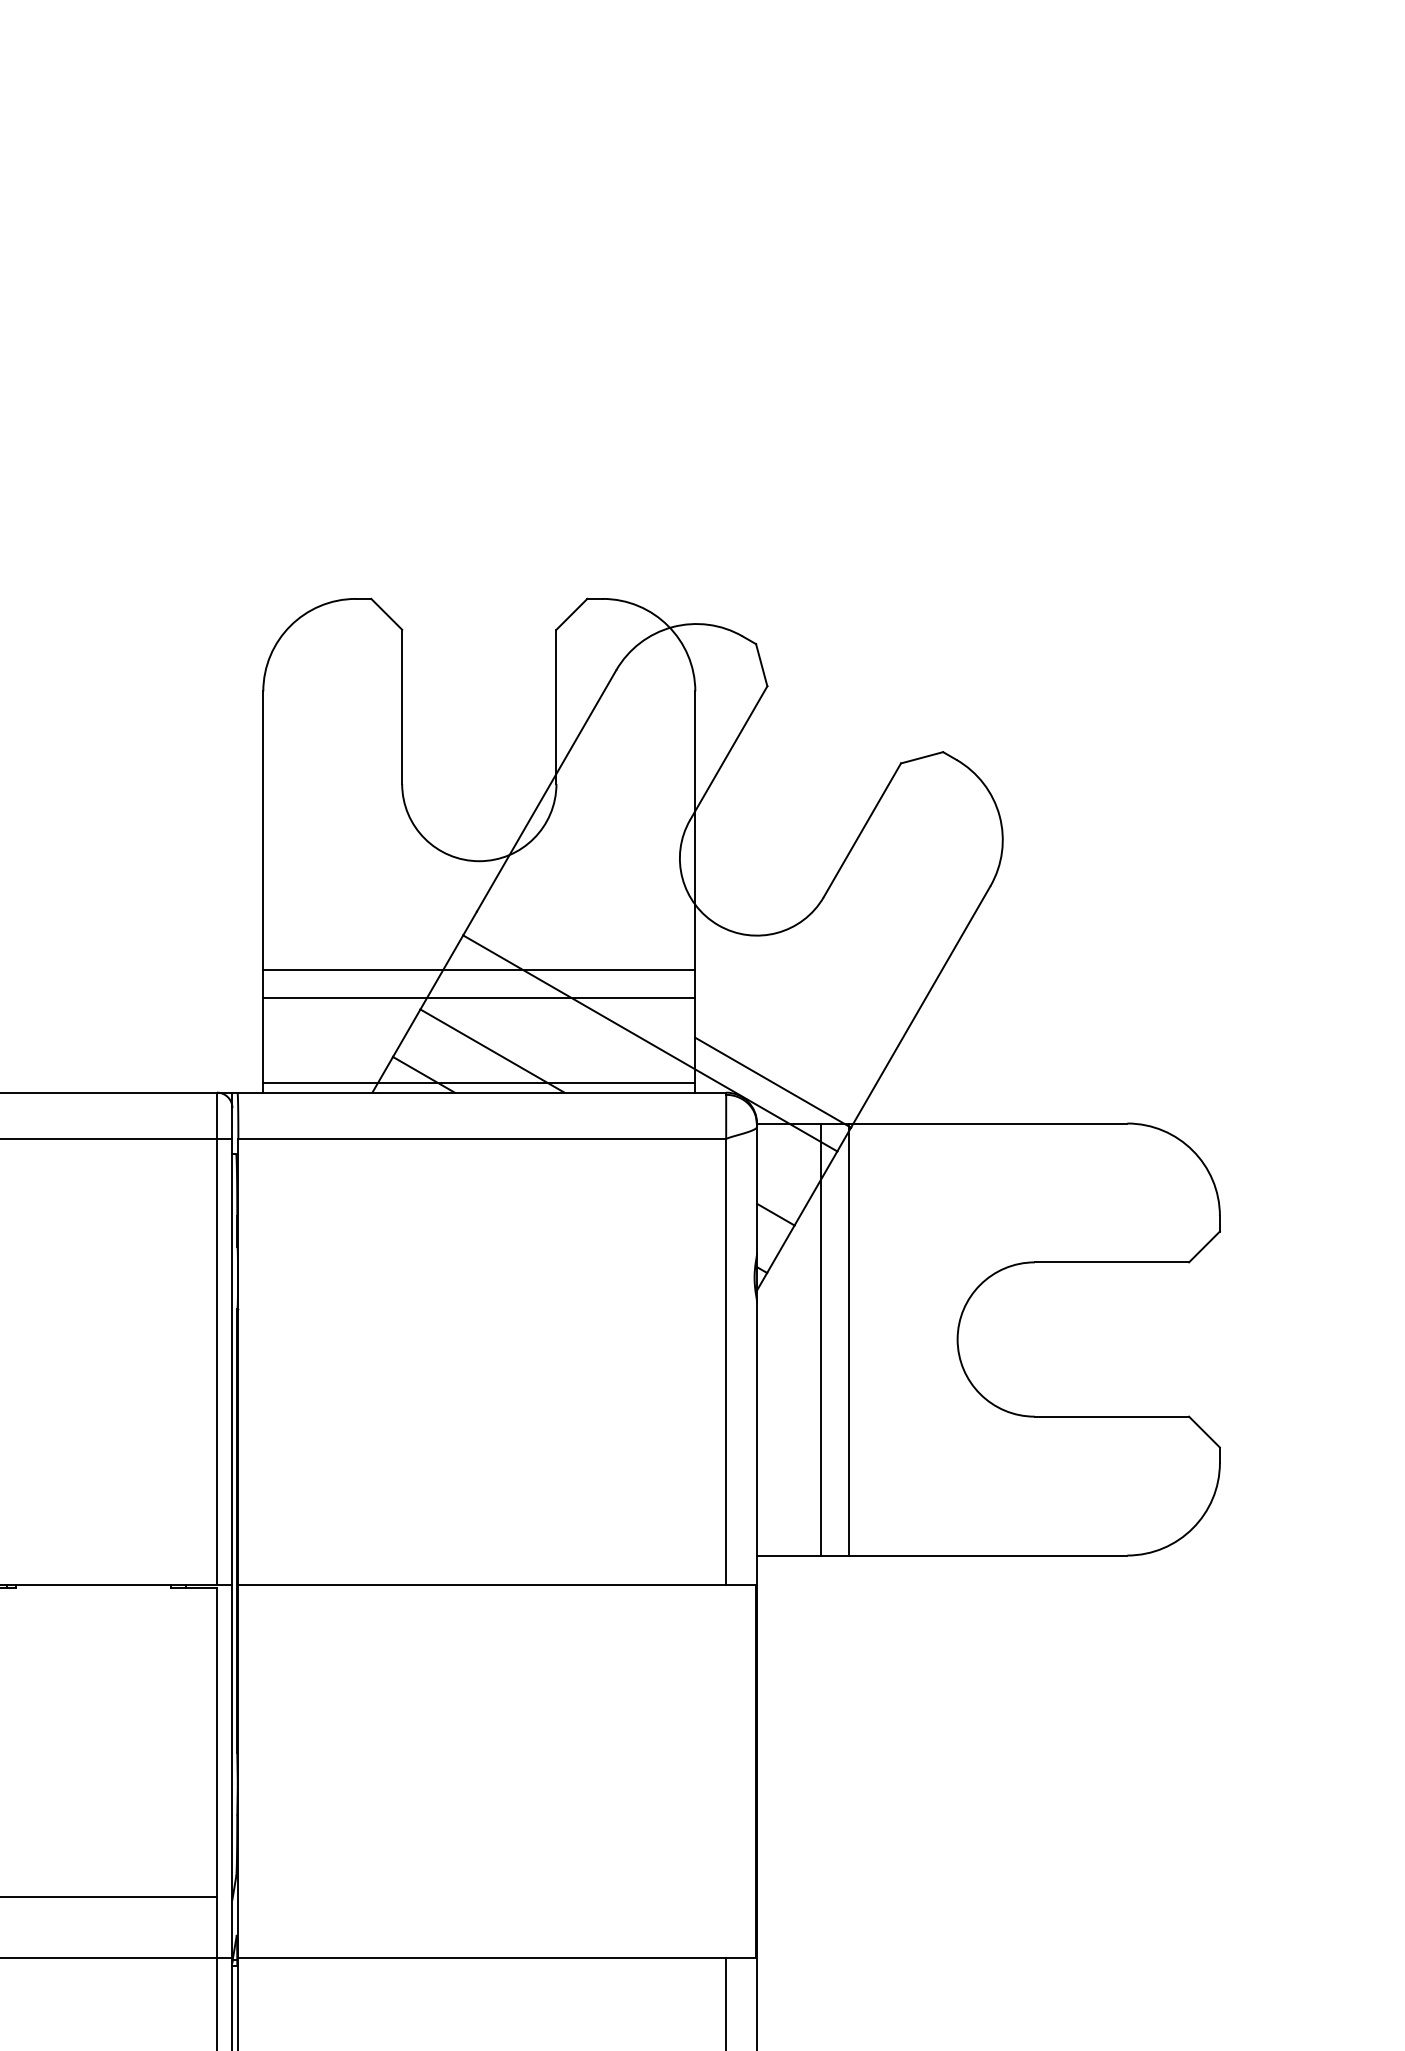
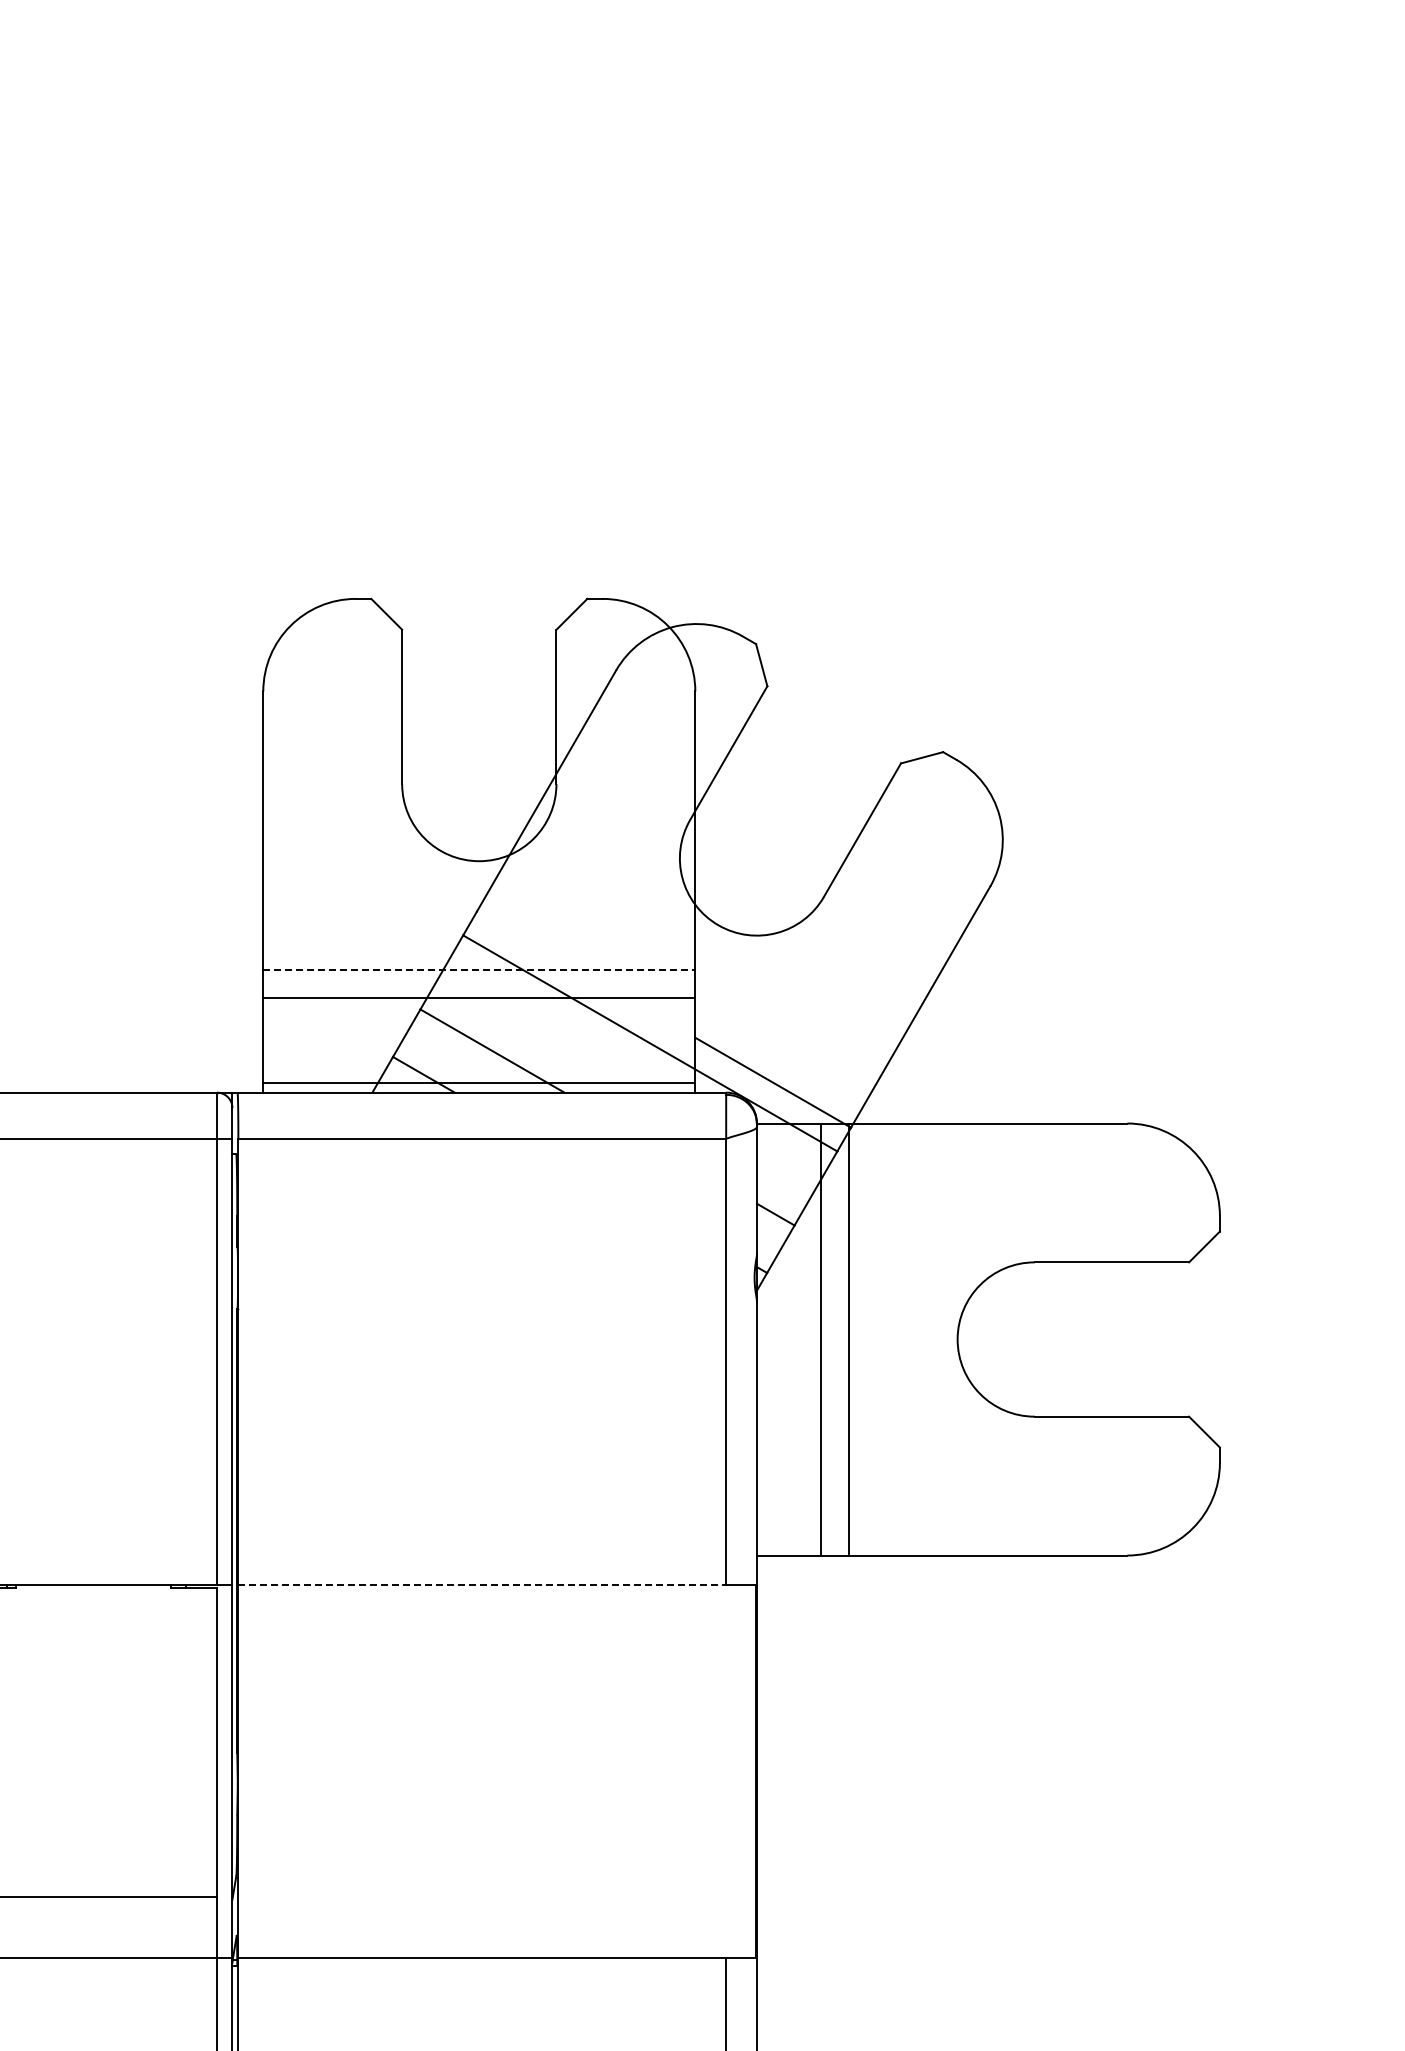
line at (479, 970): solid -> dashed
line at (482, 1584): solid -> dashed
